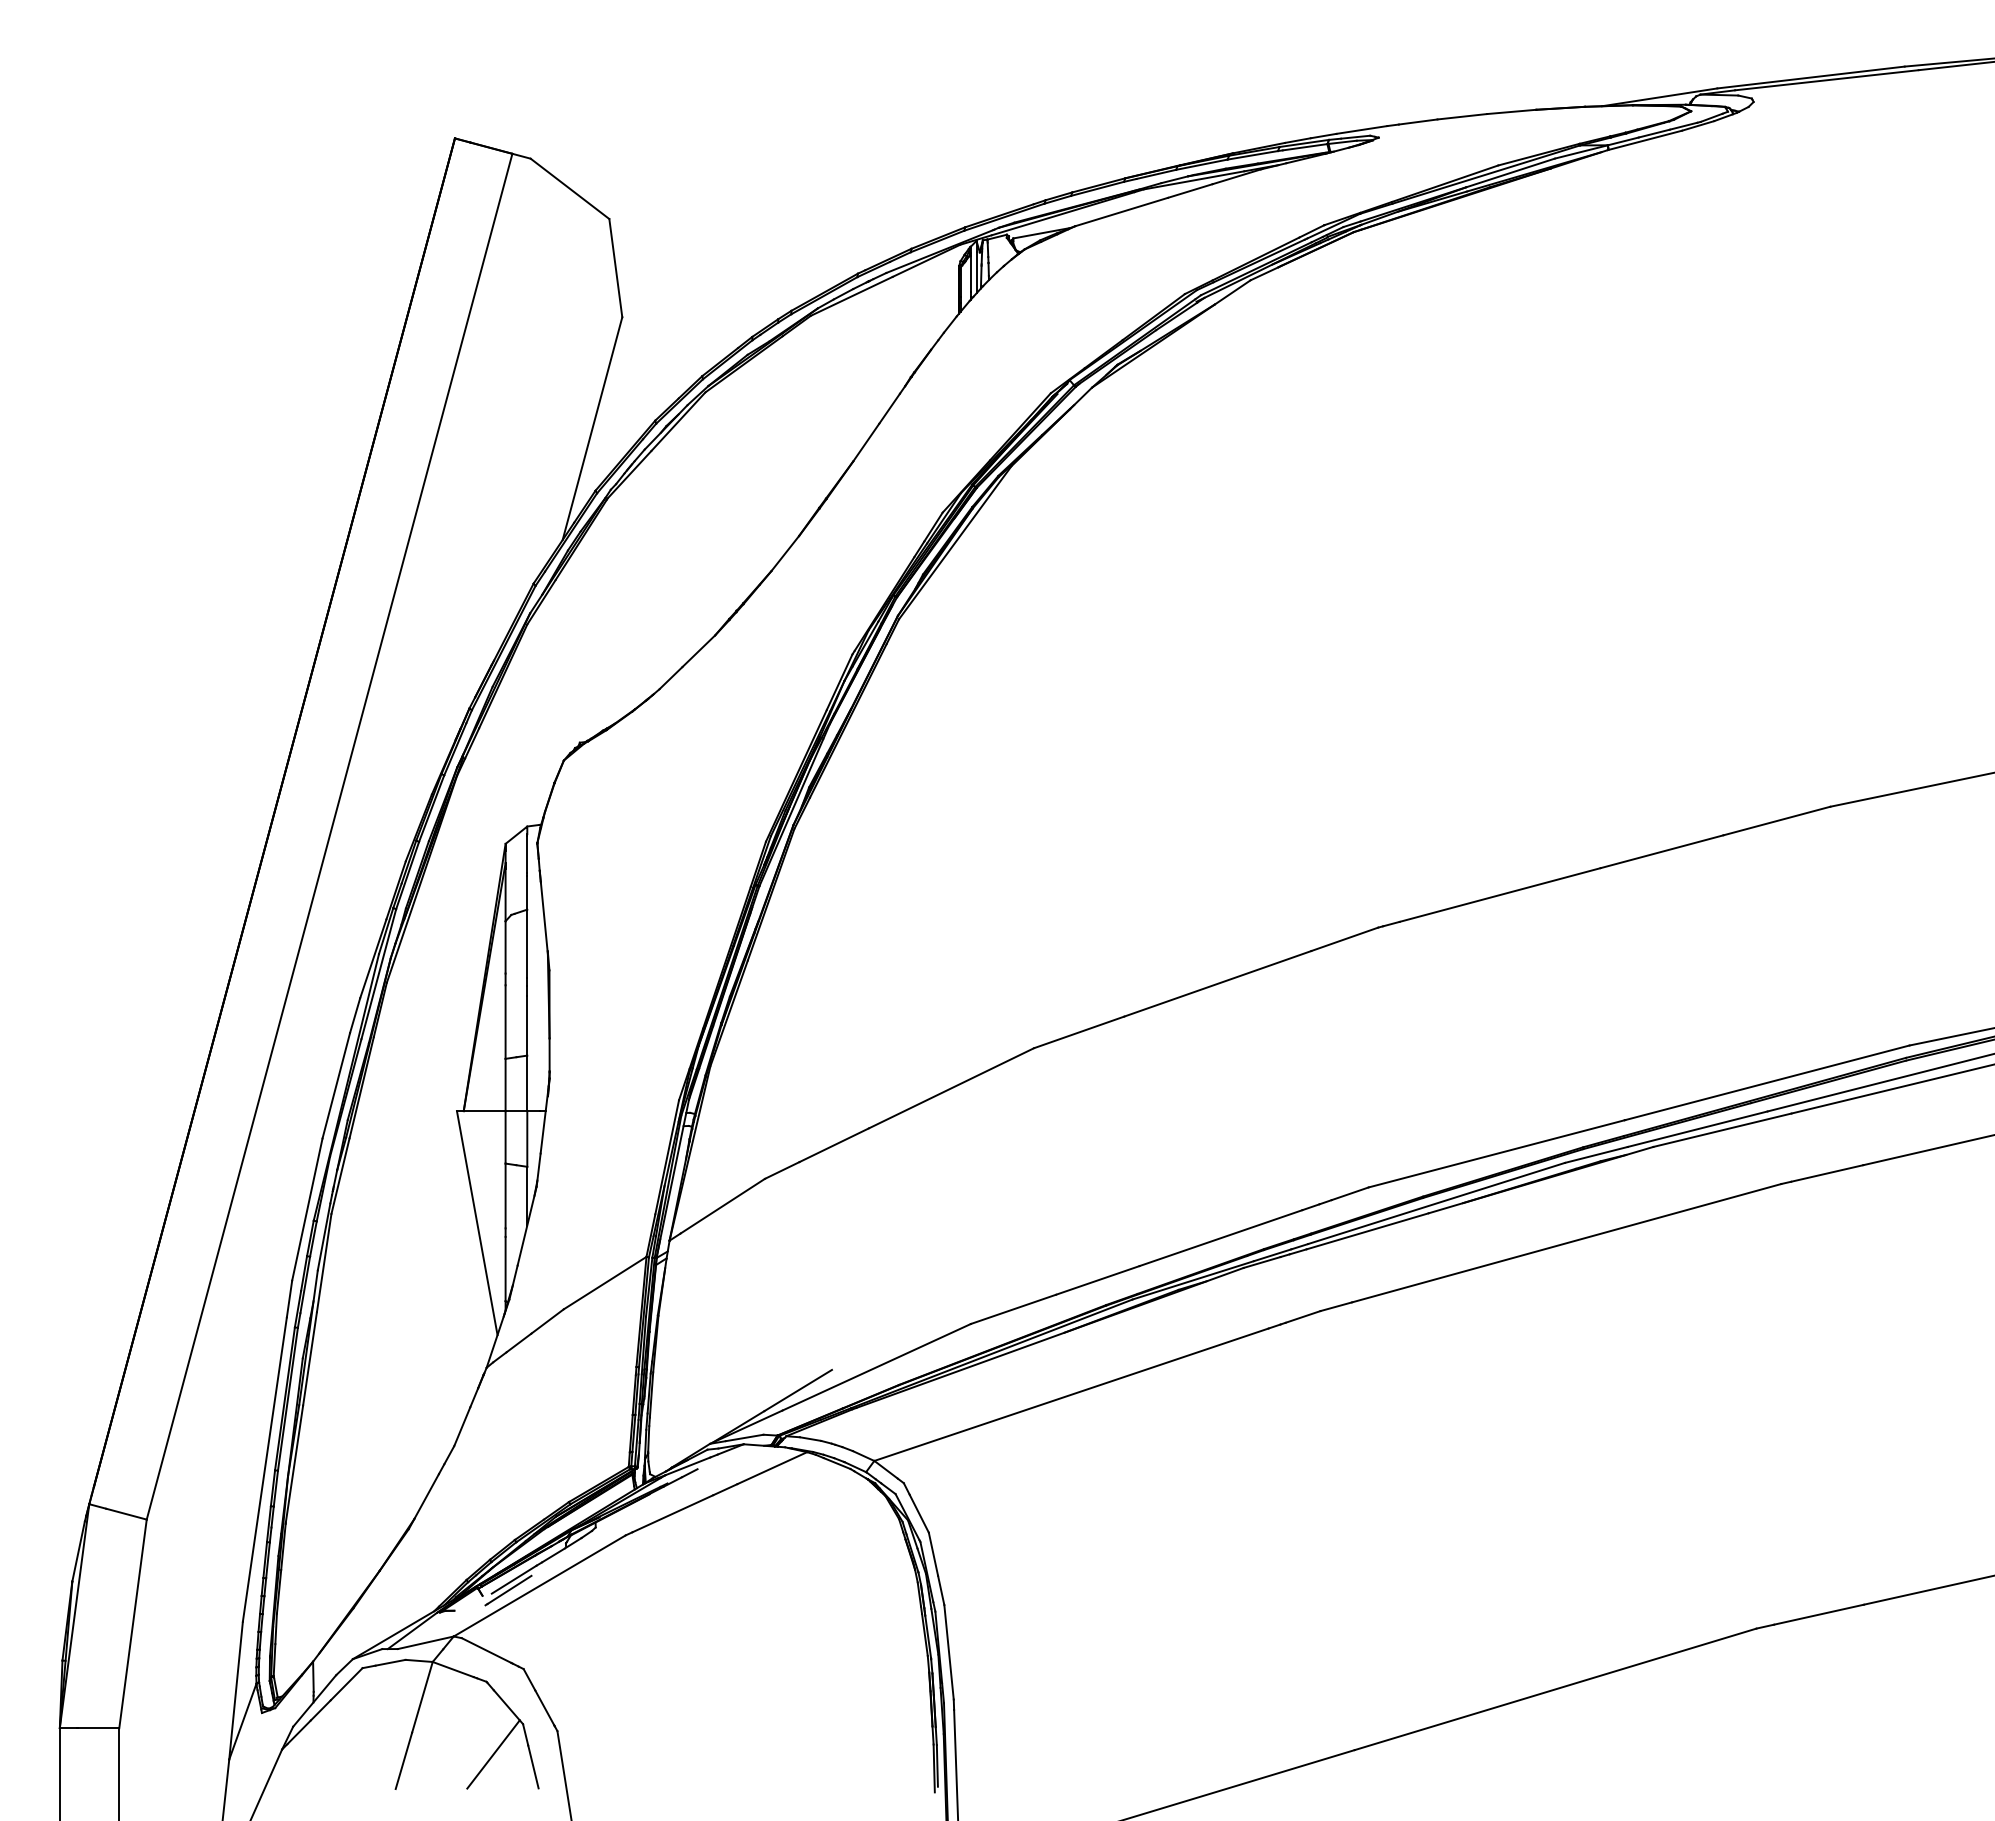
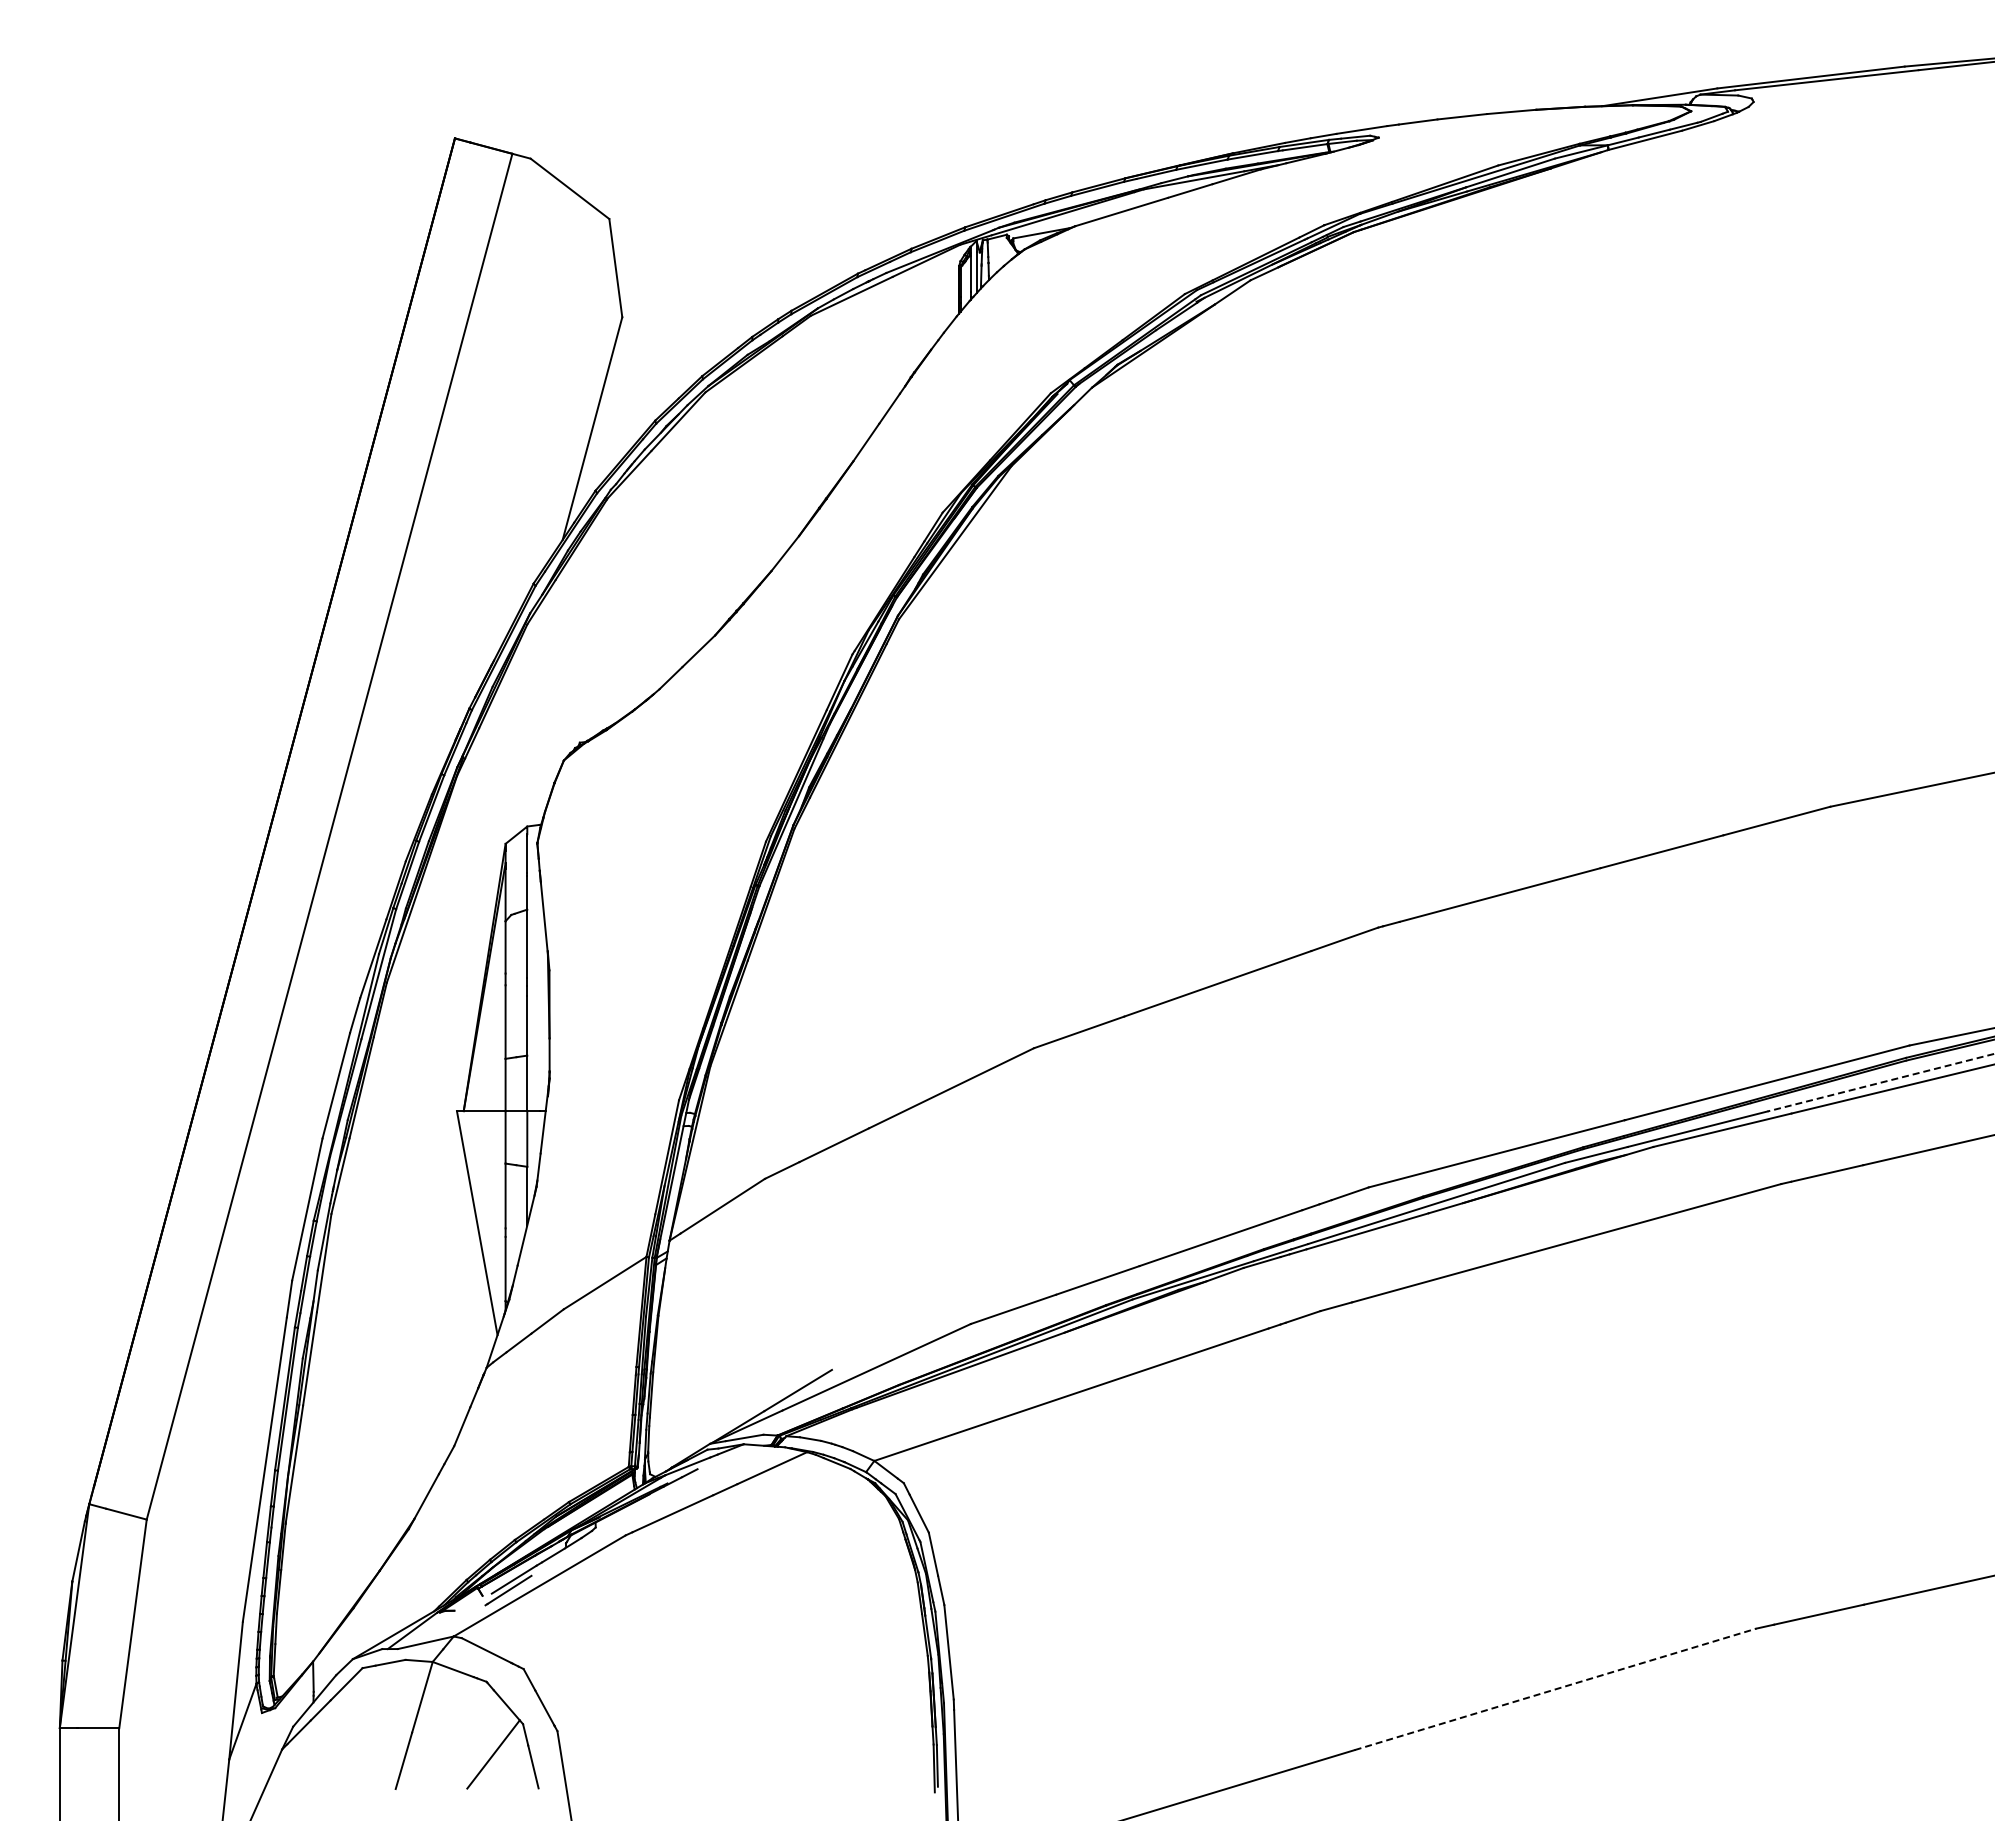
line at (1880, 1082): solid -> dashed
line at (1555, 1689): solid -> dashed
